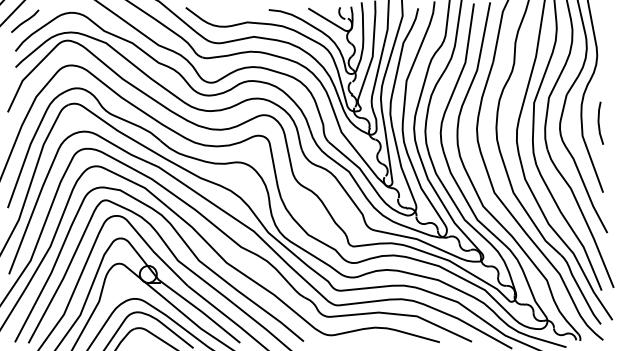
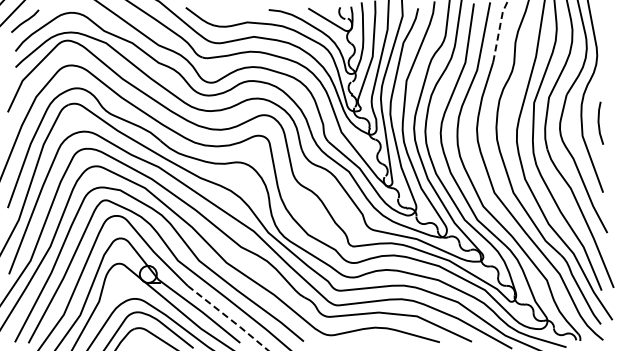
line at (499, 30): solid -> dashed
line at (229, 318): solid -> dashed
